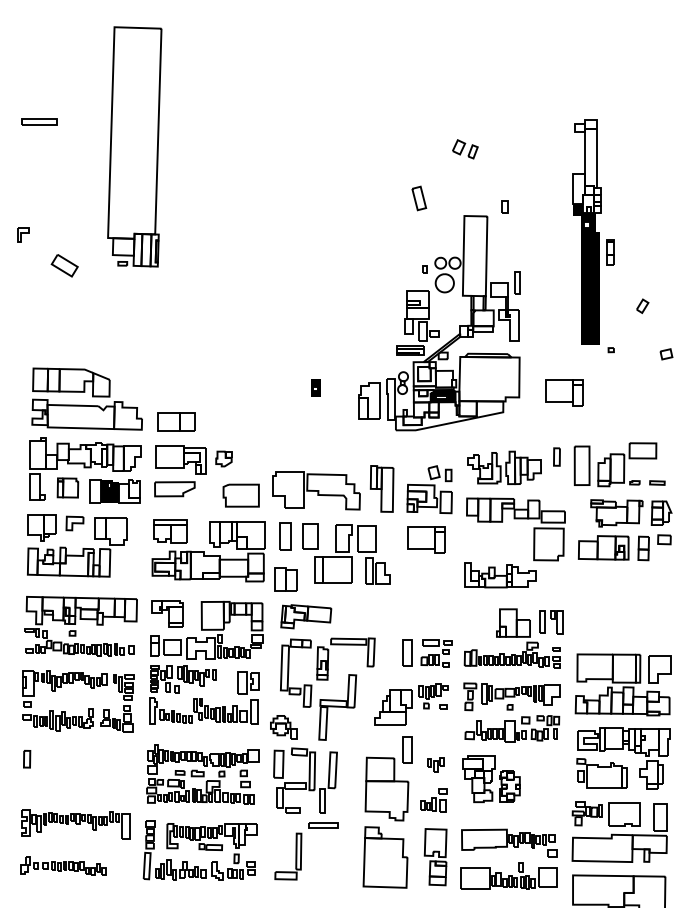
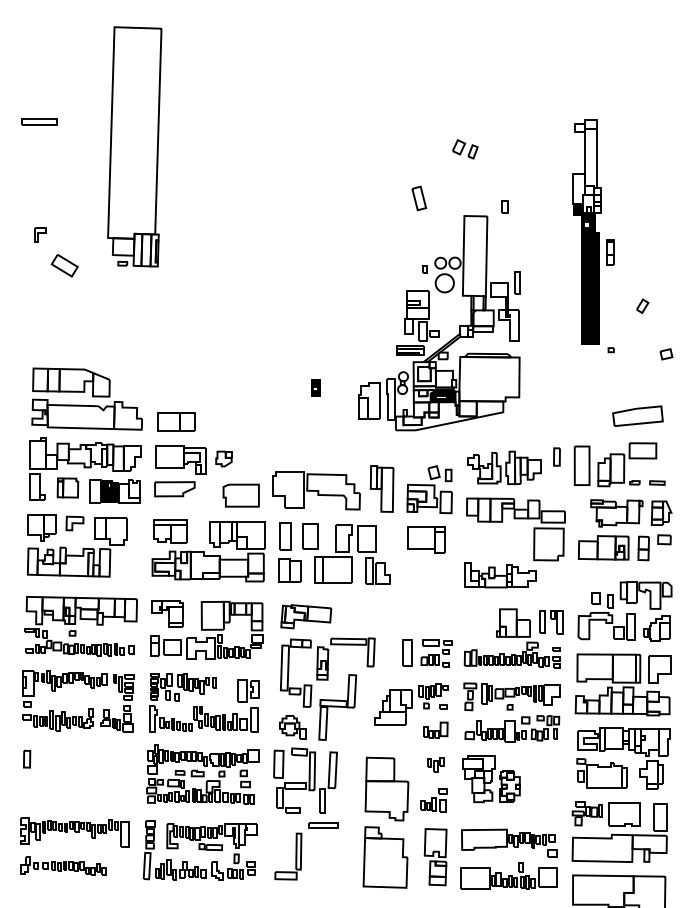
part at (23, 234) position: (23, 234) -> (40, 234)
part at (564, 392): present -> none
part at (637, 415): none -> present
part at (285, 579) position: (285, 579) -> (289, 570)
part at (624, 611): none -> present
part at (204, 694) position: (204, 694) -> (204, 702)
part at (283, 727) position: (283, 727) -> (292, 727)
part at (435, 729): none -> present
part at (407, 749): present -> none
part at (75, 824) position: (75, 824) -> (74, 832)
